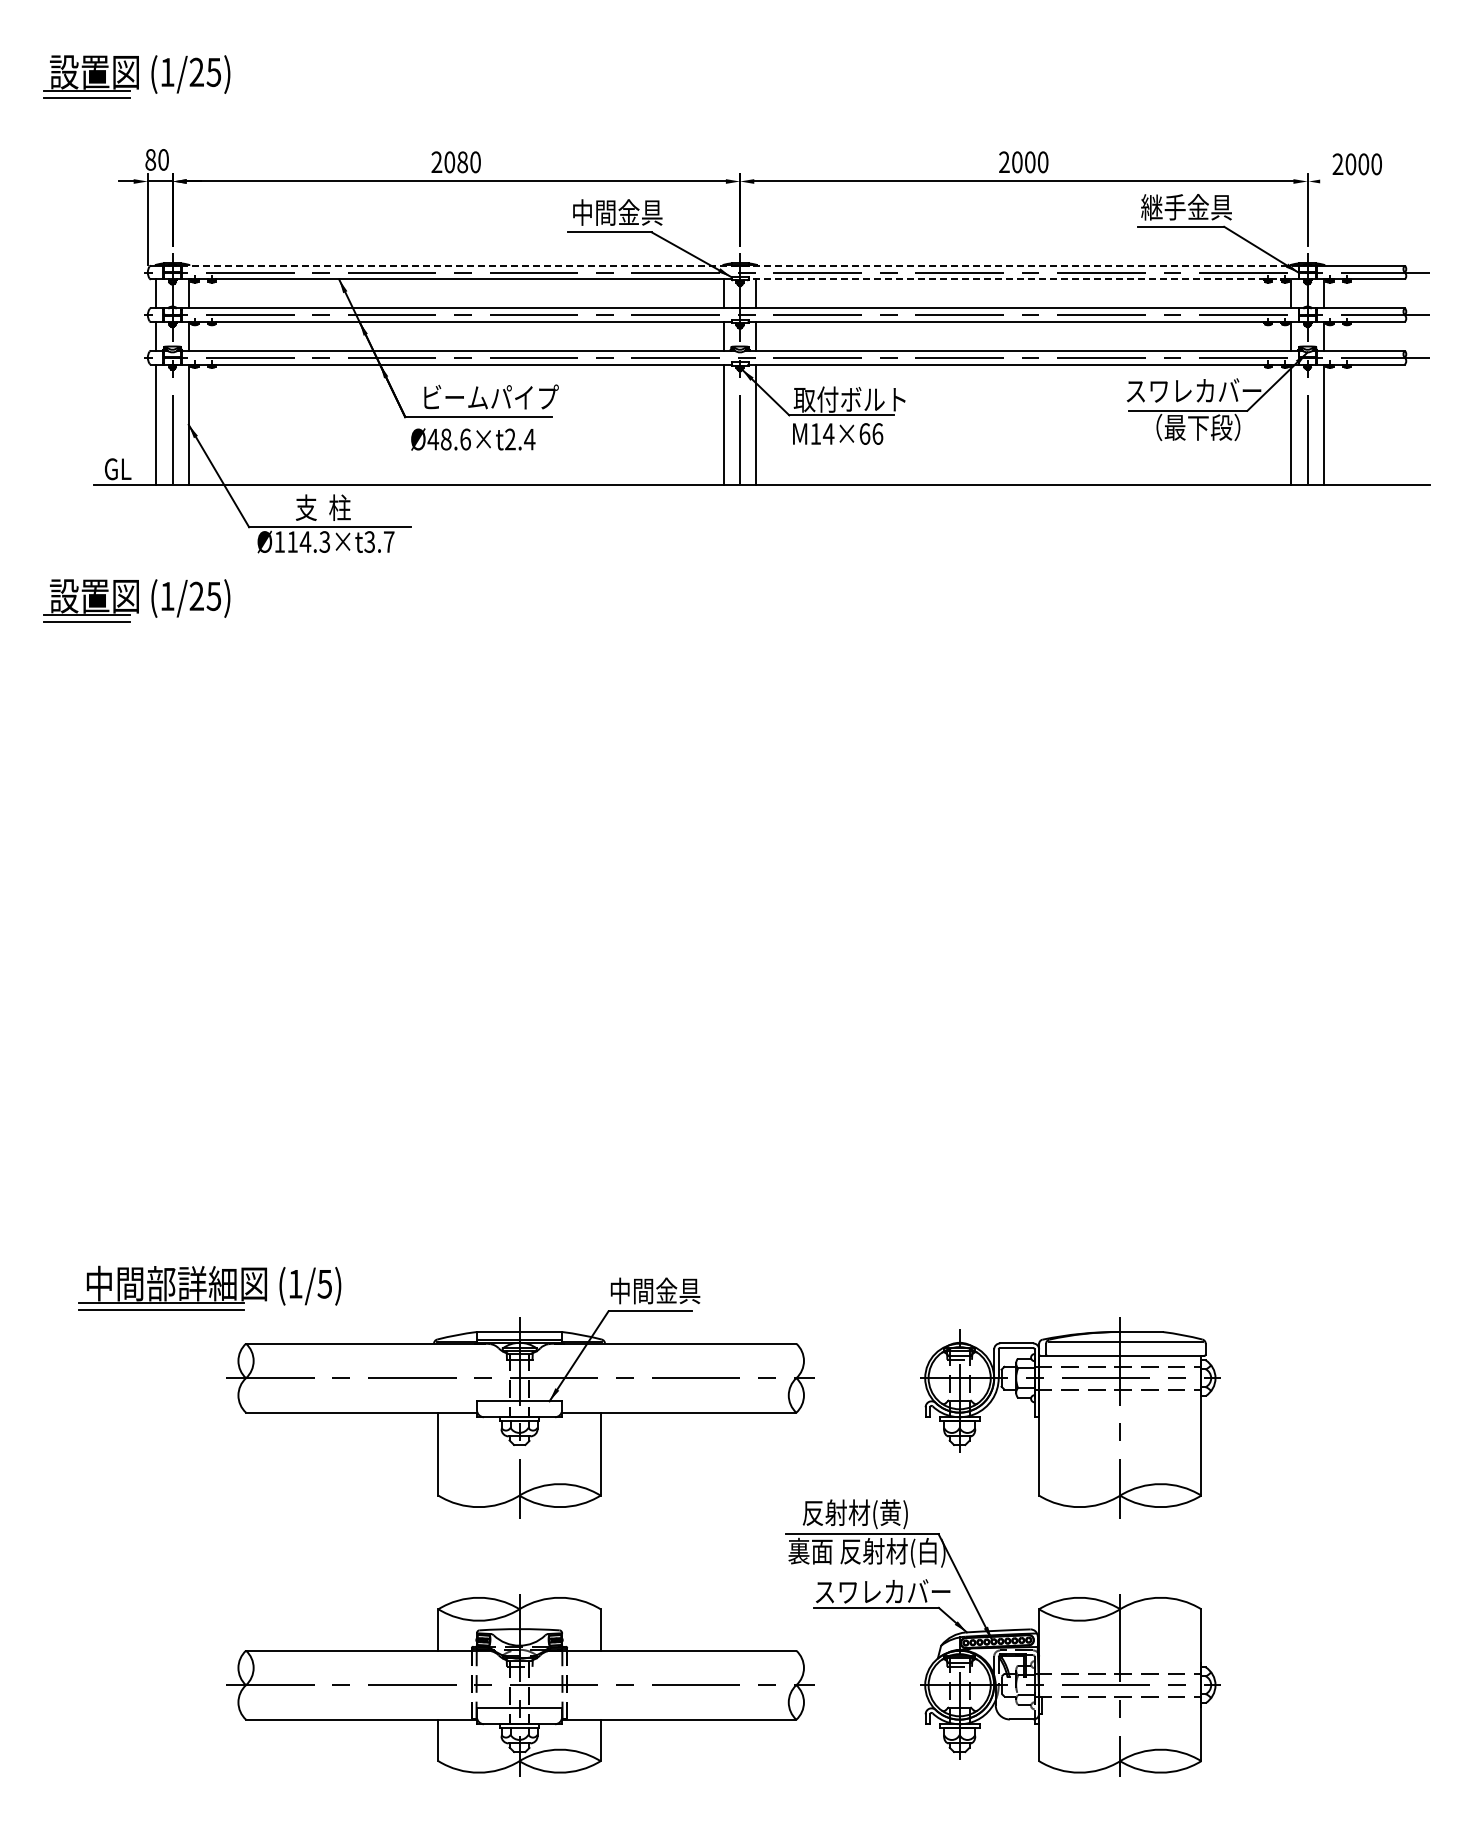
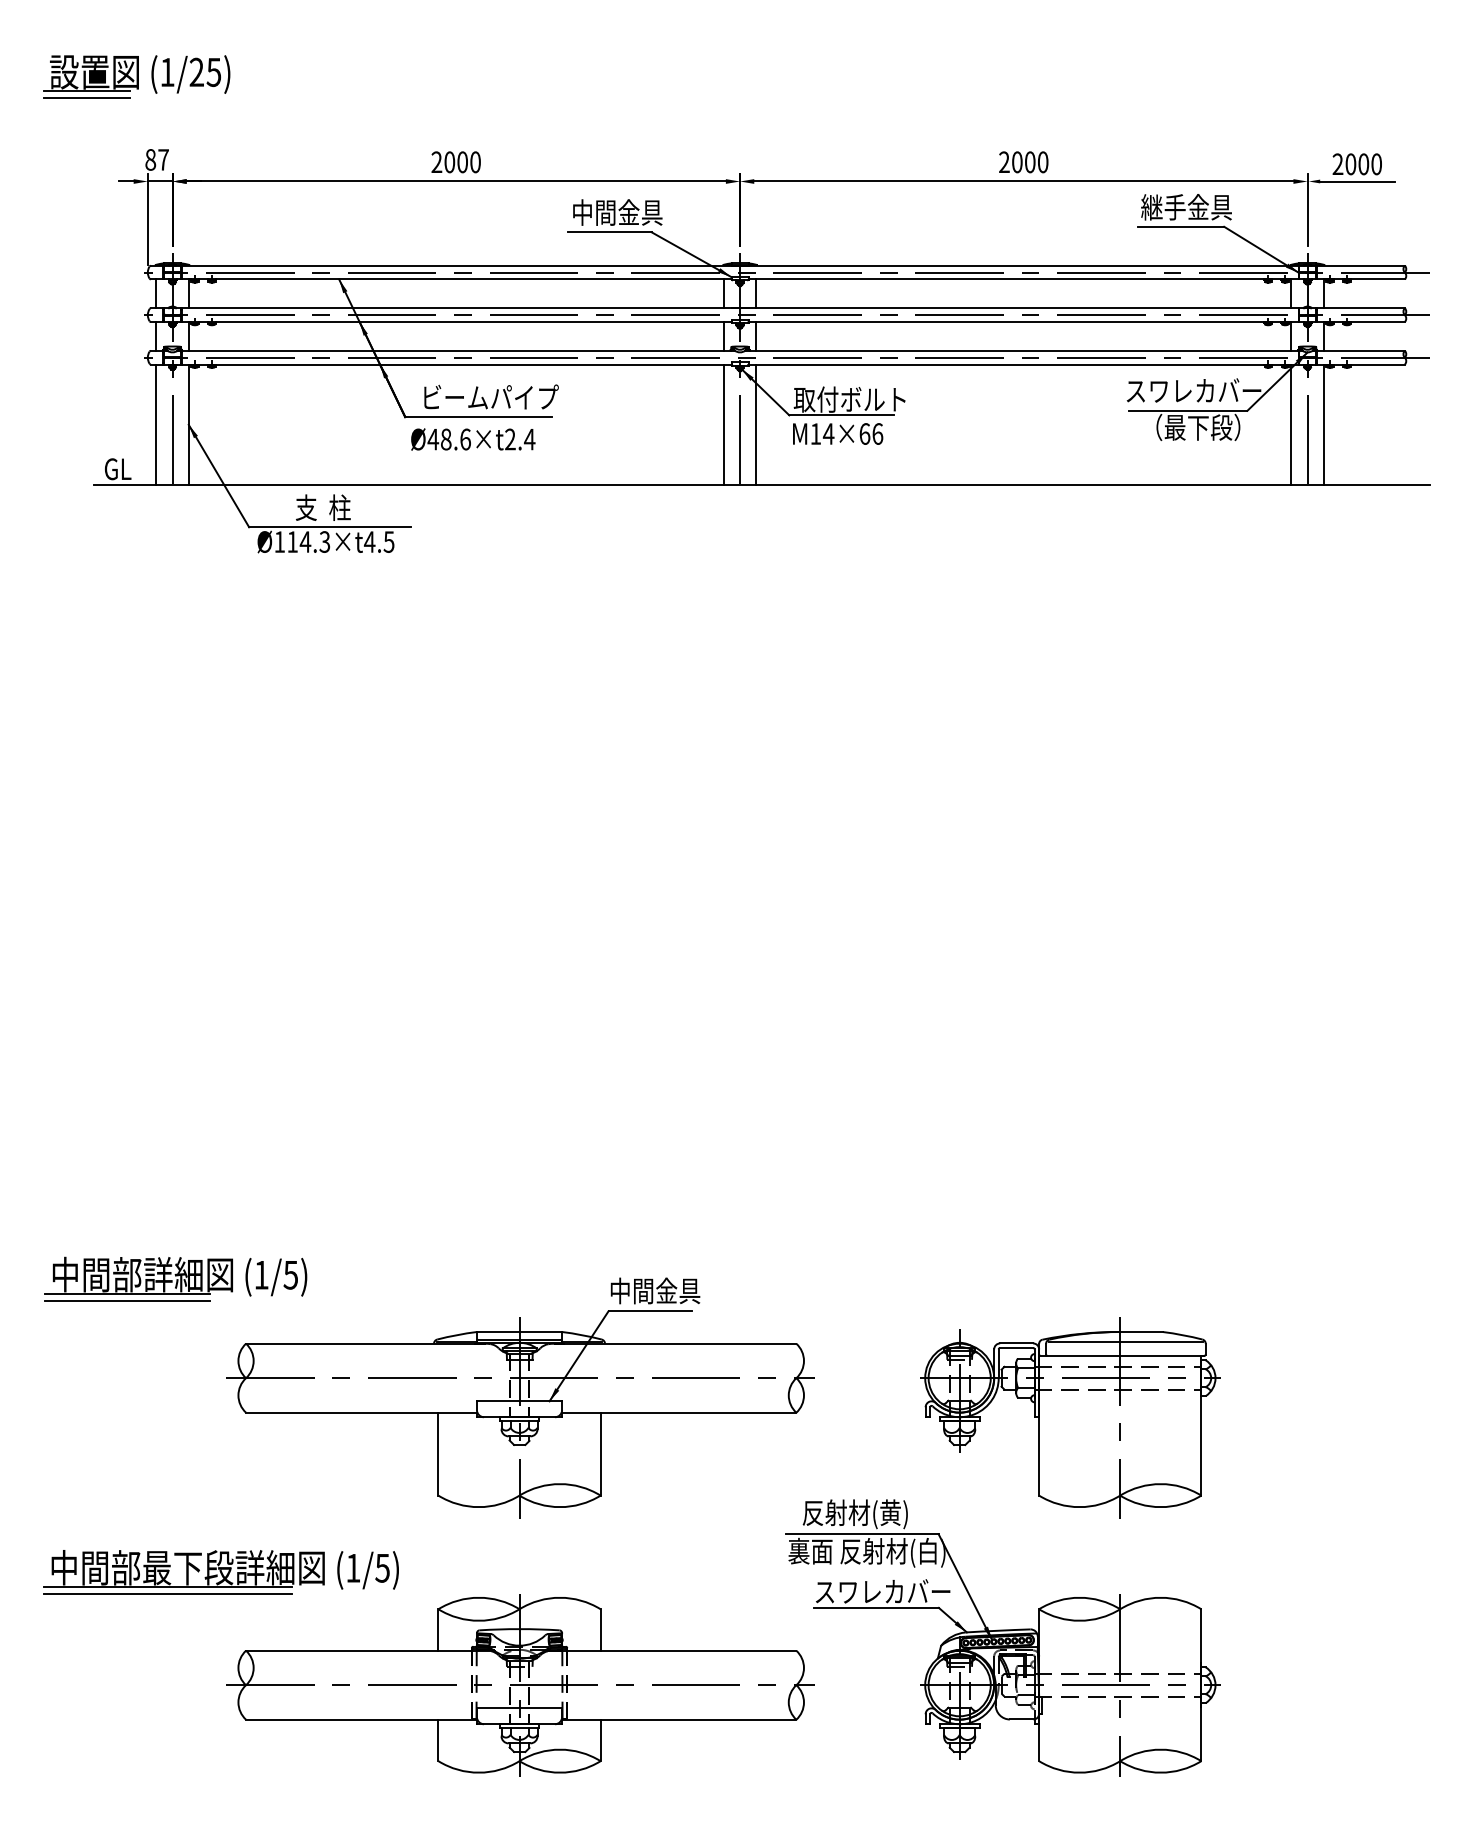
text at (163, 159): 80 -> 87
text at (462, 162): 2080 -> 2000
line at (1357, 181): none -> present
line at (739, 265): dashed -> solid
line at (1023, 279): dashed -> solid
text at (378, 541): Ø114.3×t3.7 -> Ø114.3×t4.5
part at (136, 600): present -> none
part at (209, 1287) position: (209, 1287) -> (175, 1278)
part at (220, 1572): none -> present
